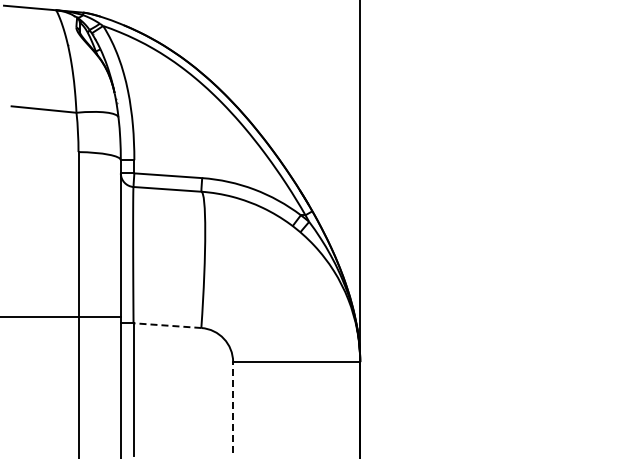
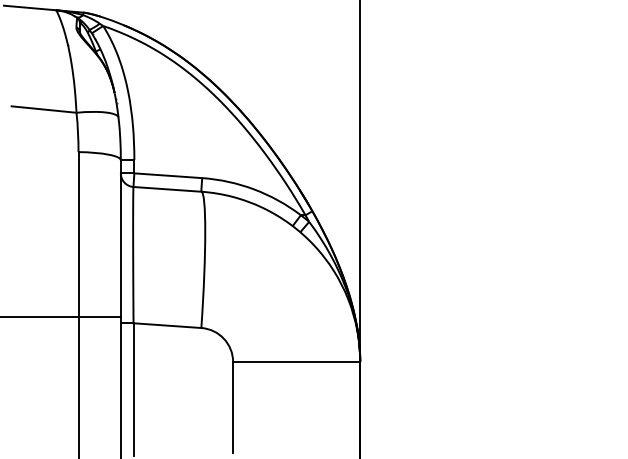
line at (167, 325): dashed -> solid
line at (233, 407): dashed -> solid
